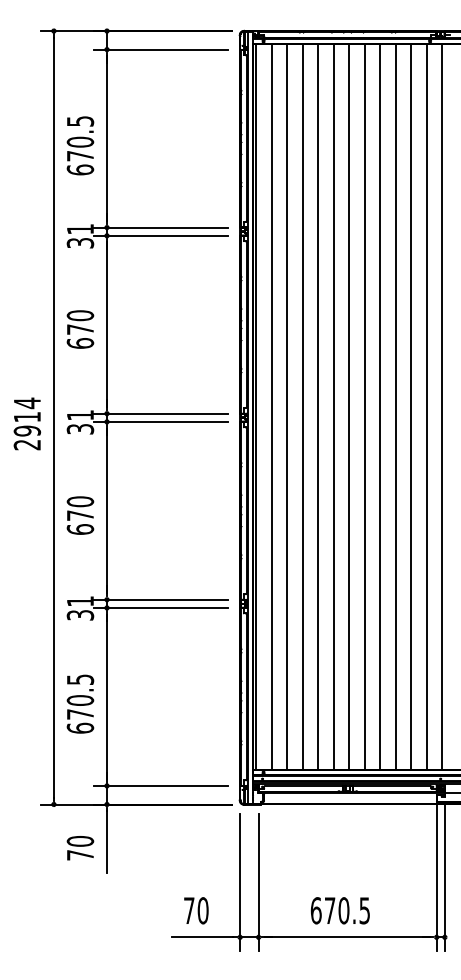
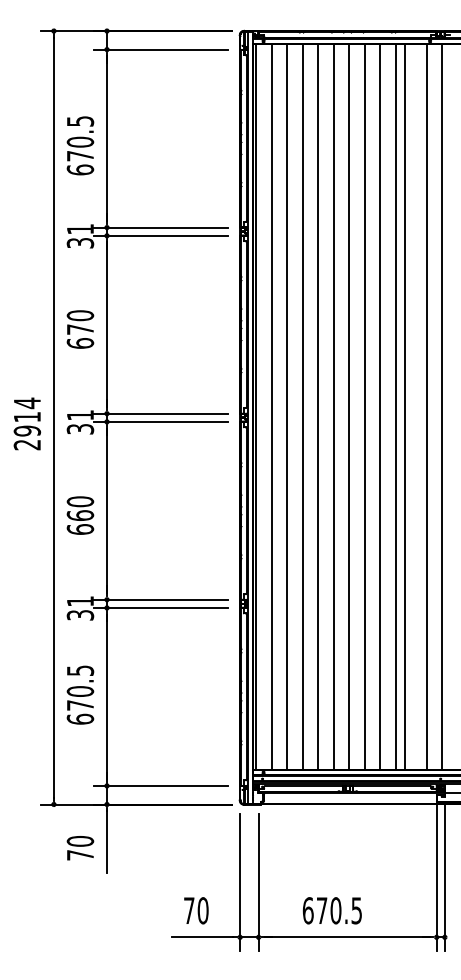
line at (411, 406) position: (411, 406) -> (405, 406)
text at (80, 515): 670 -> 660
text at (80, 703) position: (80, 703) -> (80, 694)
text at (339, 910) position: (339, 910) -> (331, 910)
